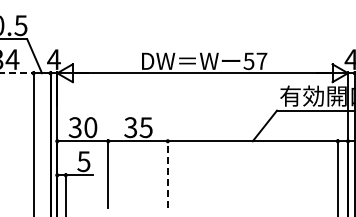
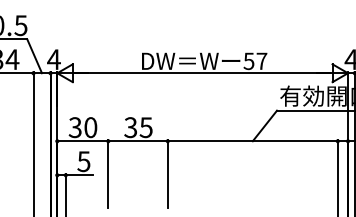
line at (17, 73): dashed -> solid
line at (167, 173): dashed -> solid
